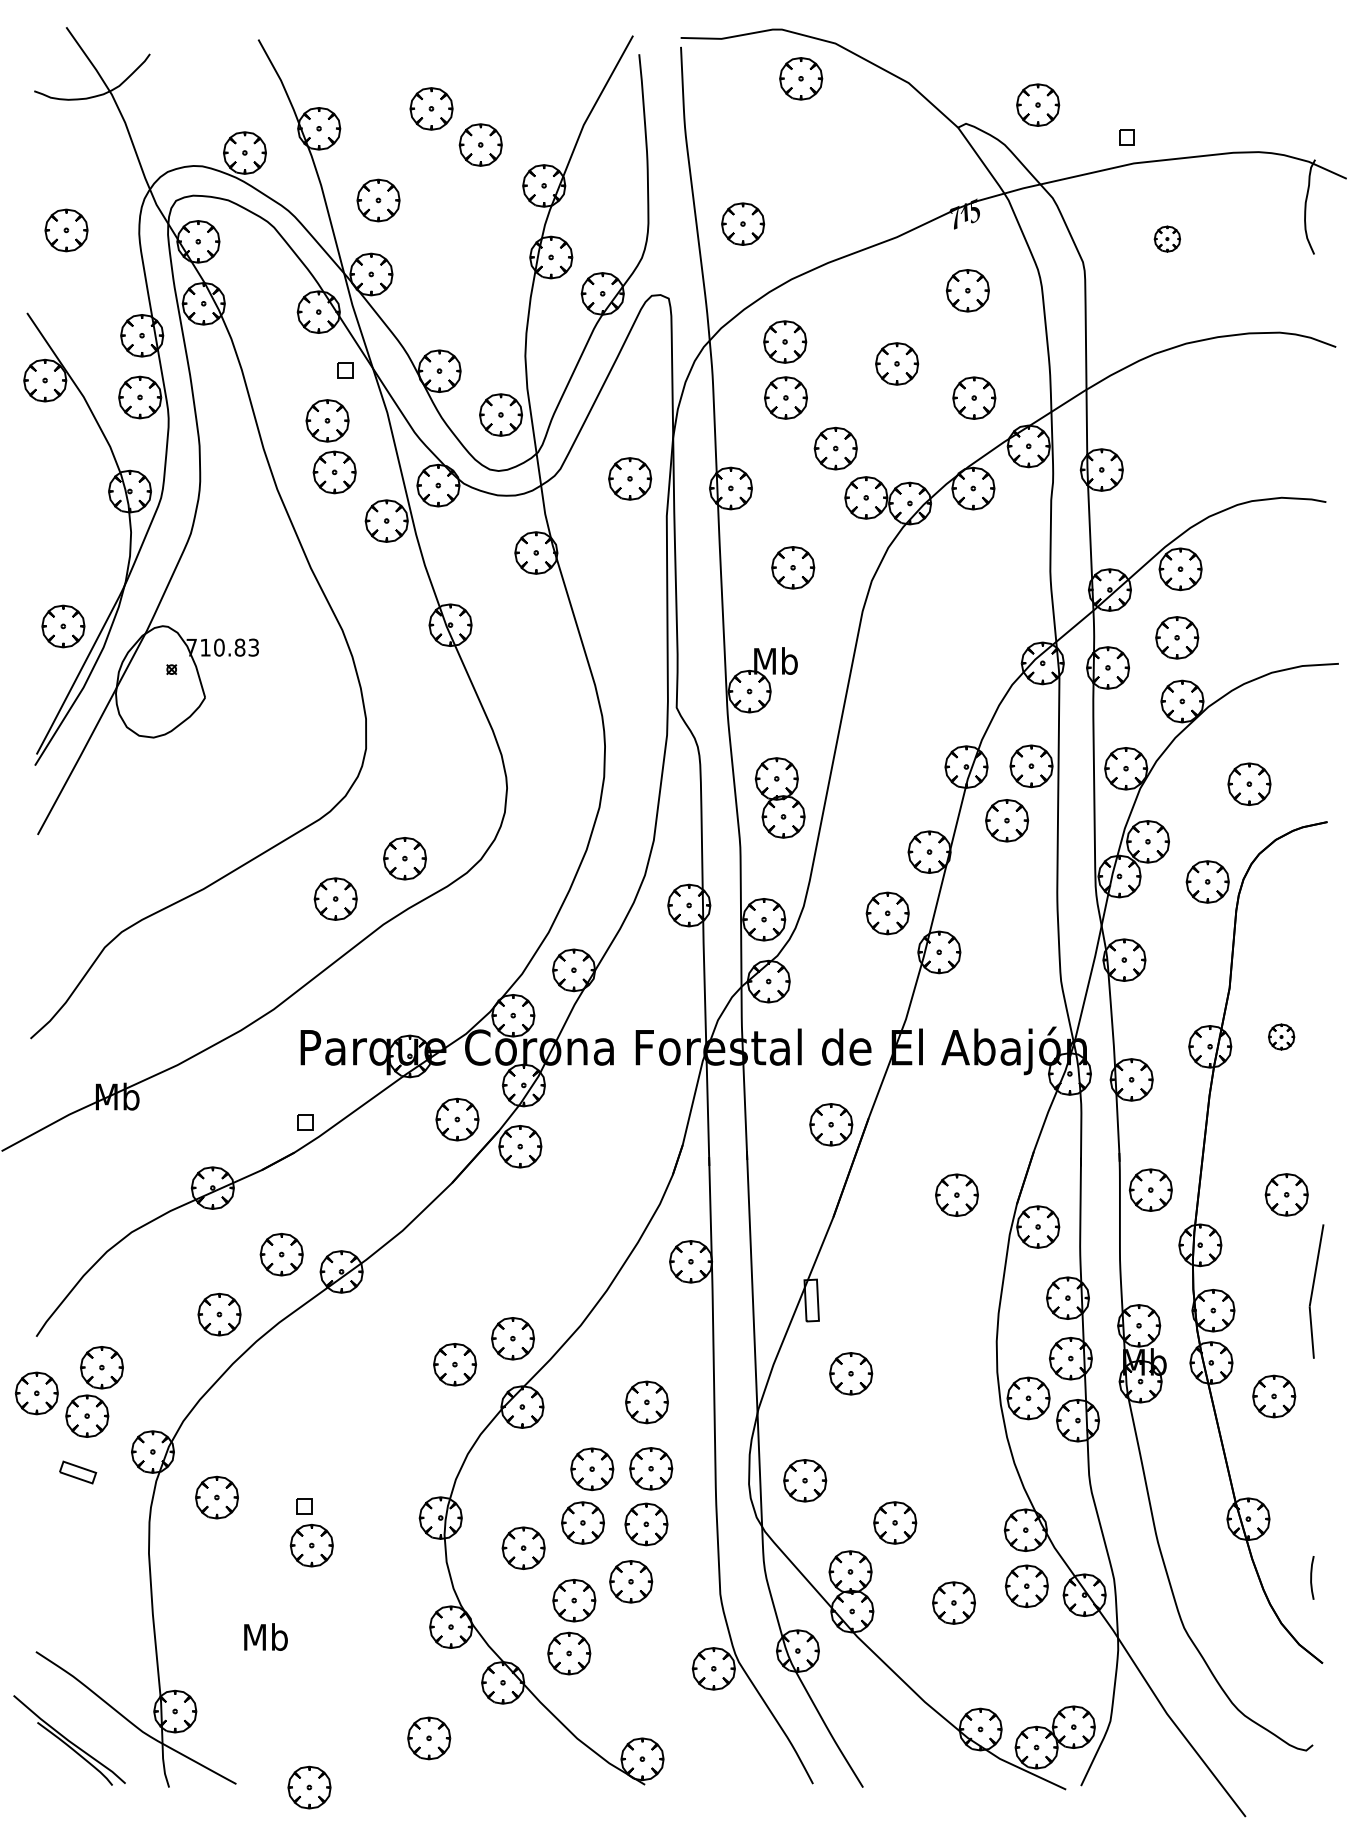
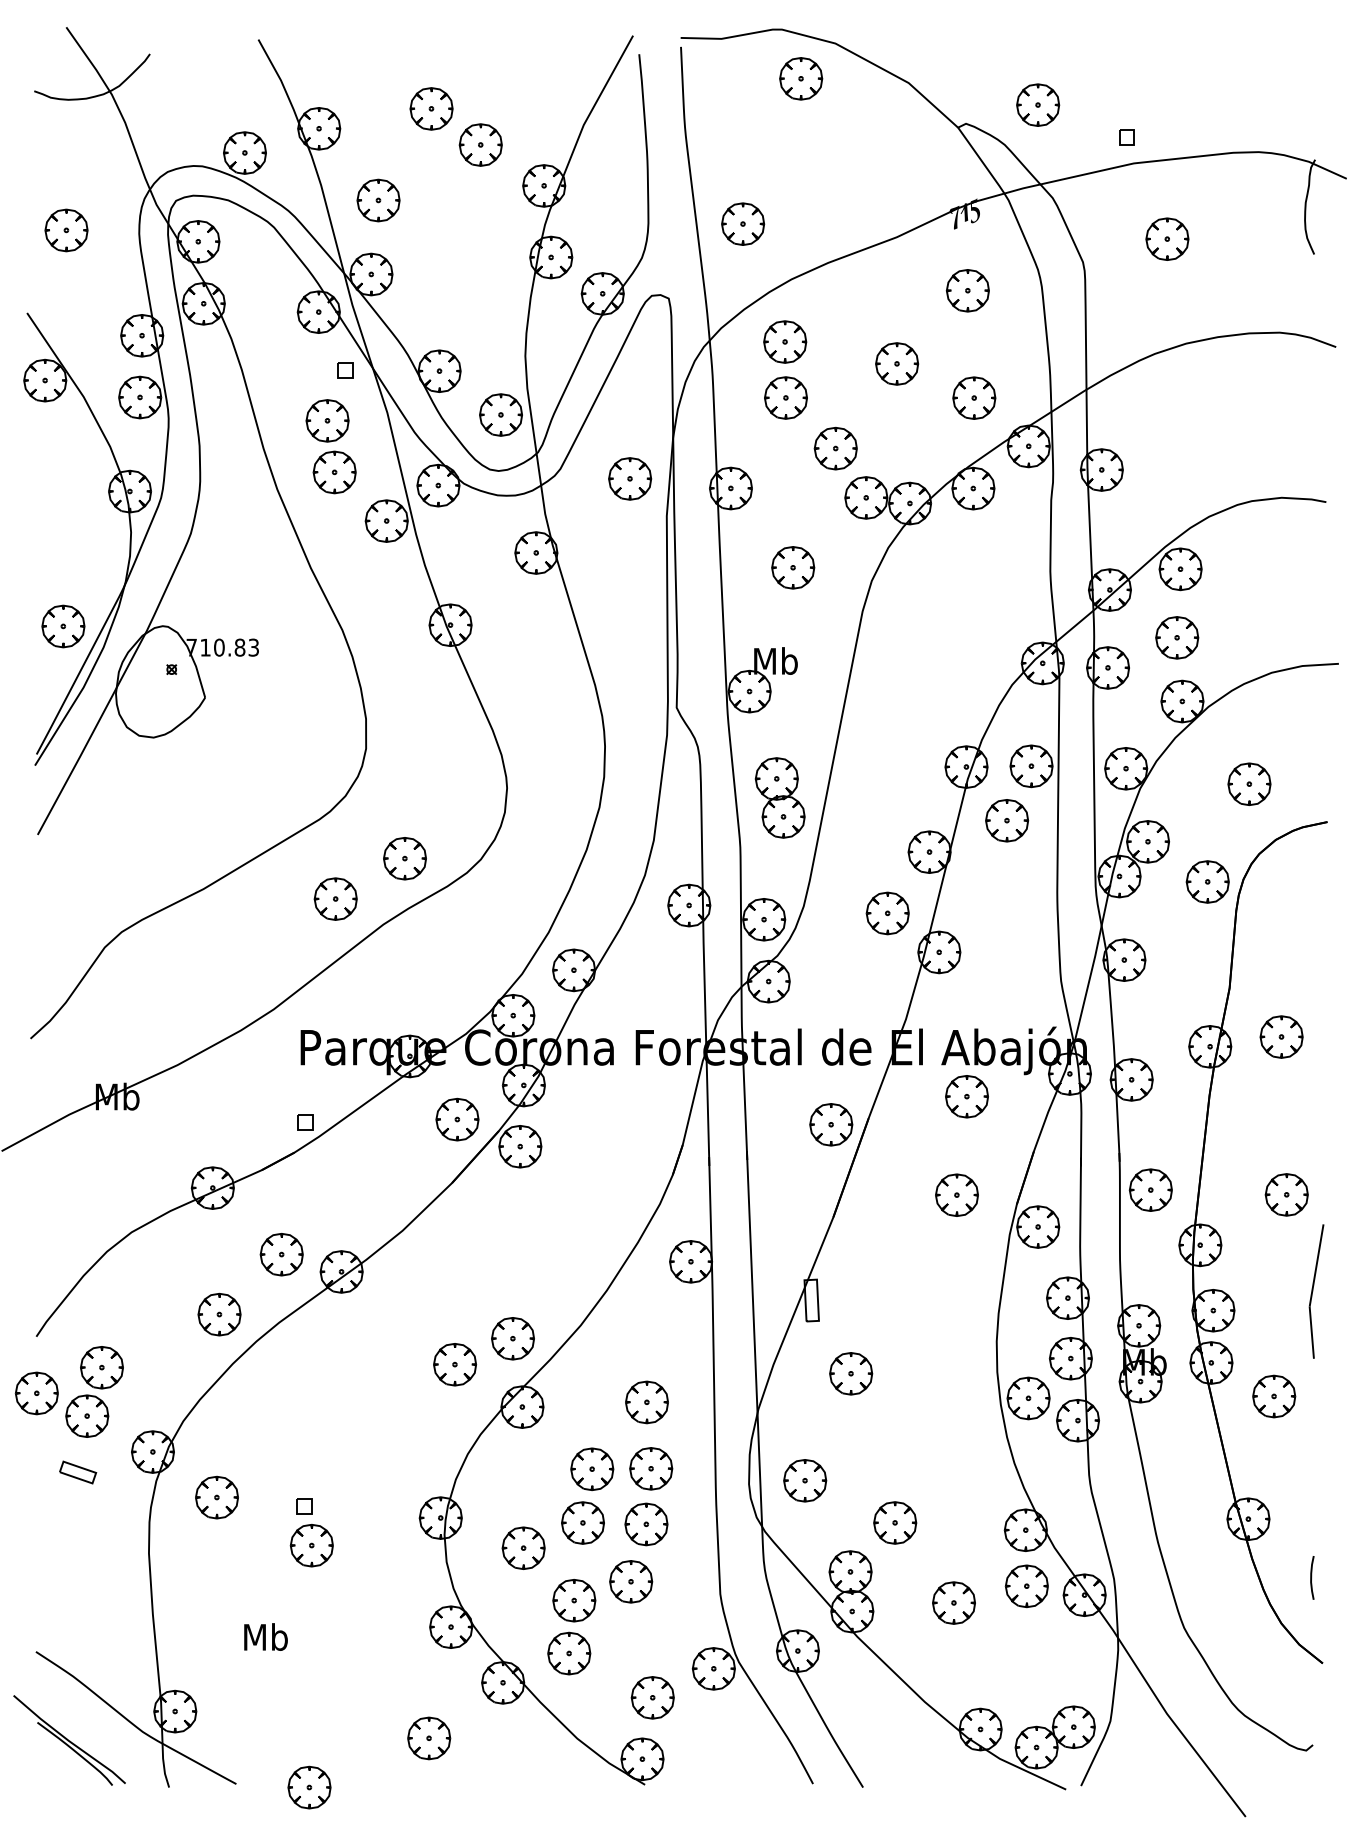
part at (1166, 238) size: 28x28 px -> 45x44 px
part at (1281, 1036) size: 28x28 px -> 45x44 px
part at (966, 1096): none -> present
part at (652, 1697): none -> present
